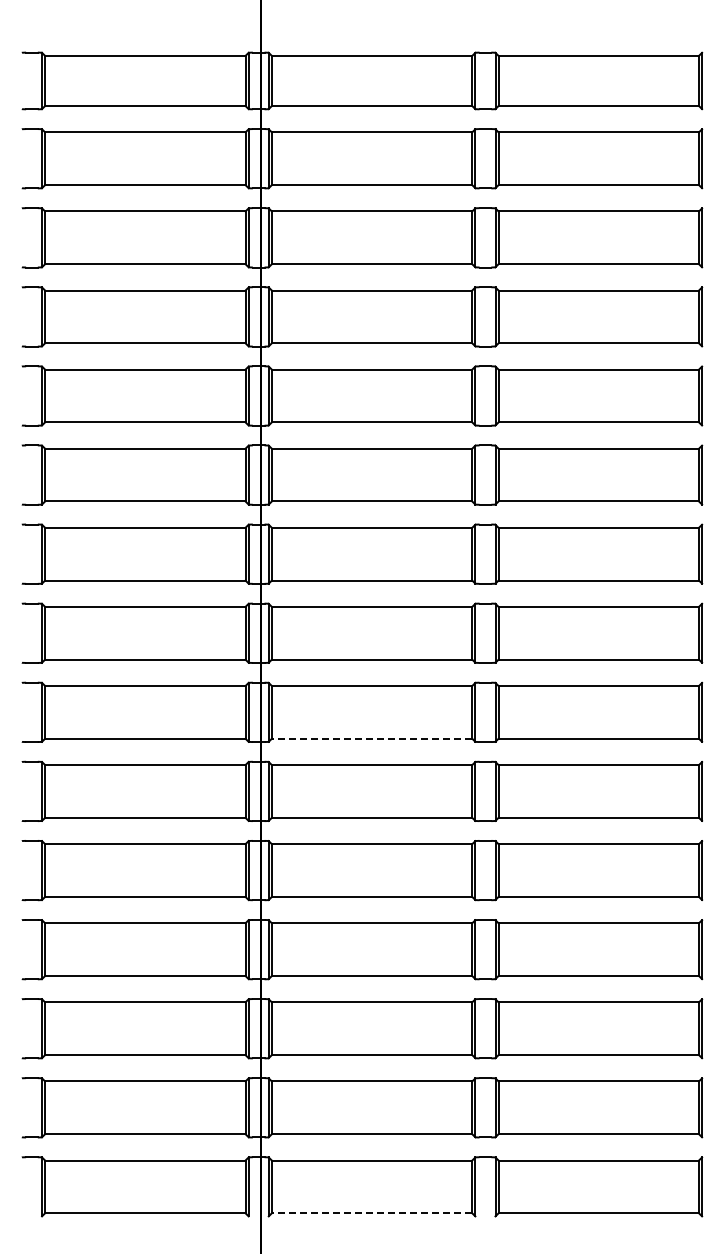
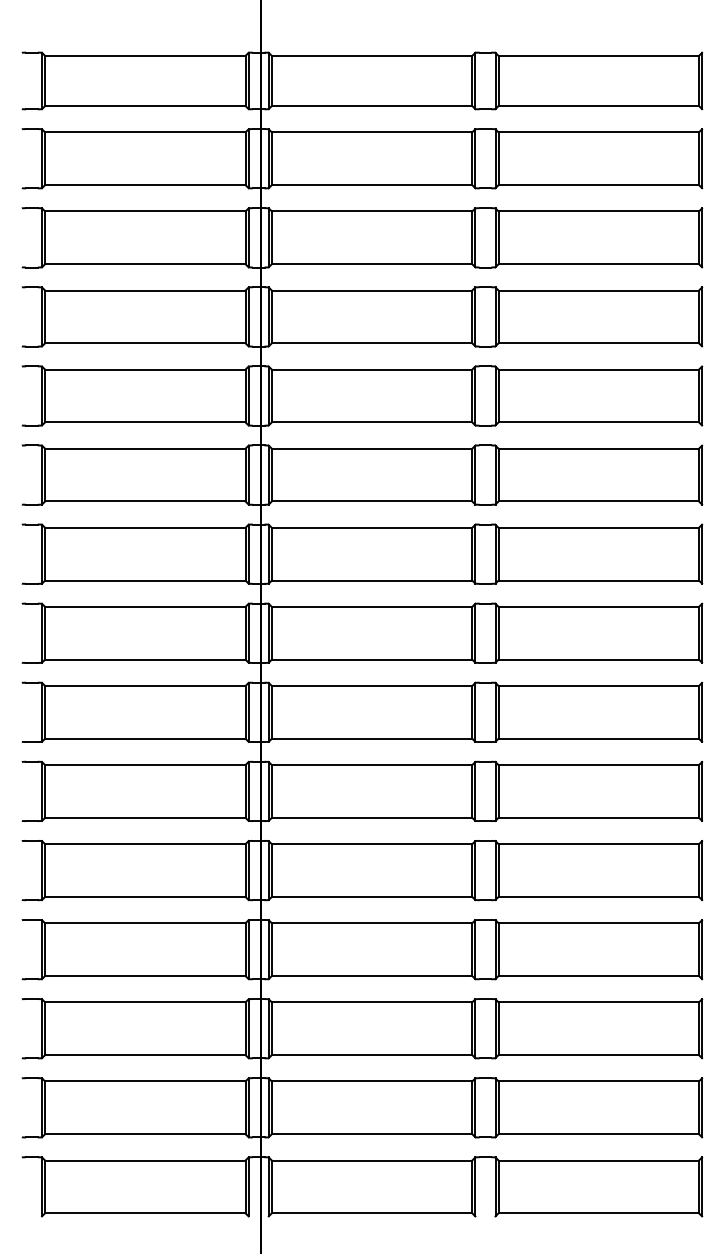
line at (371, 738): dashed -> solid
line at (371, 1213): dashed -> solid
